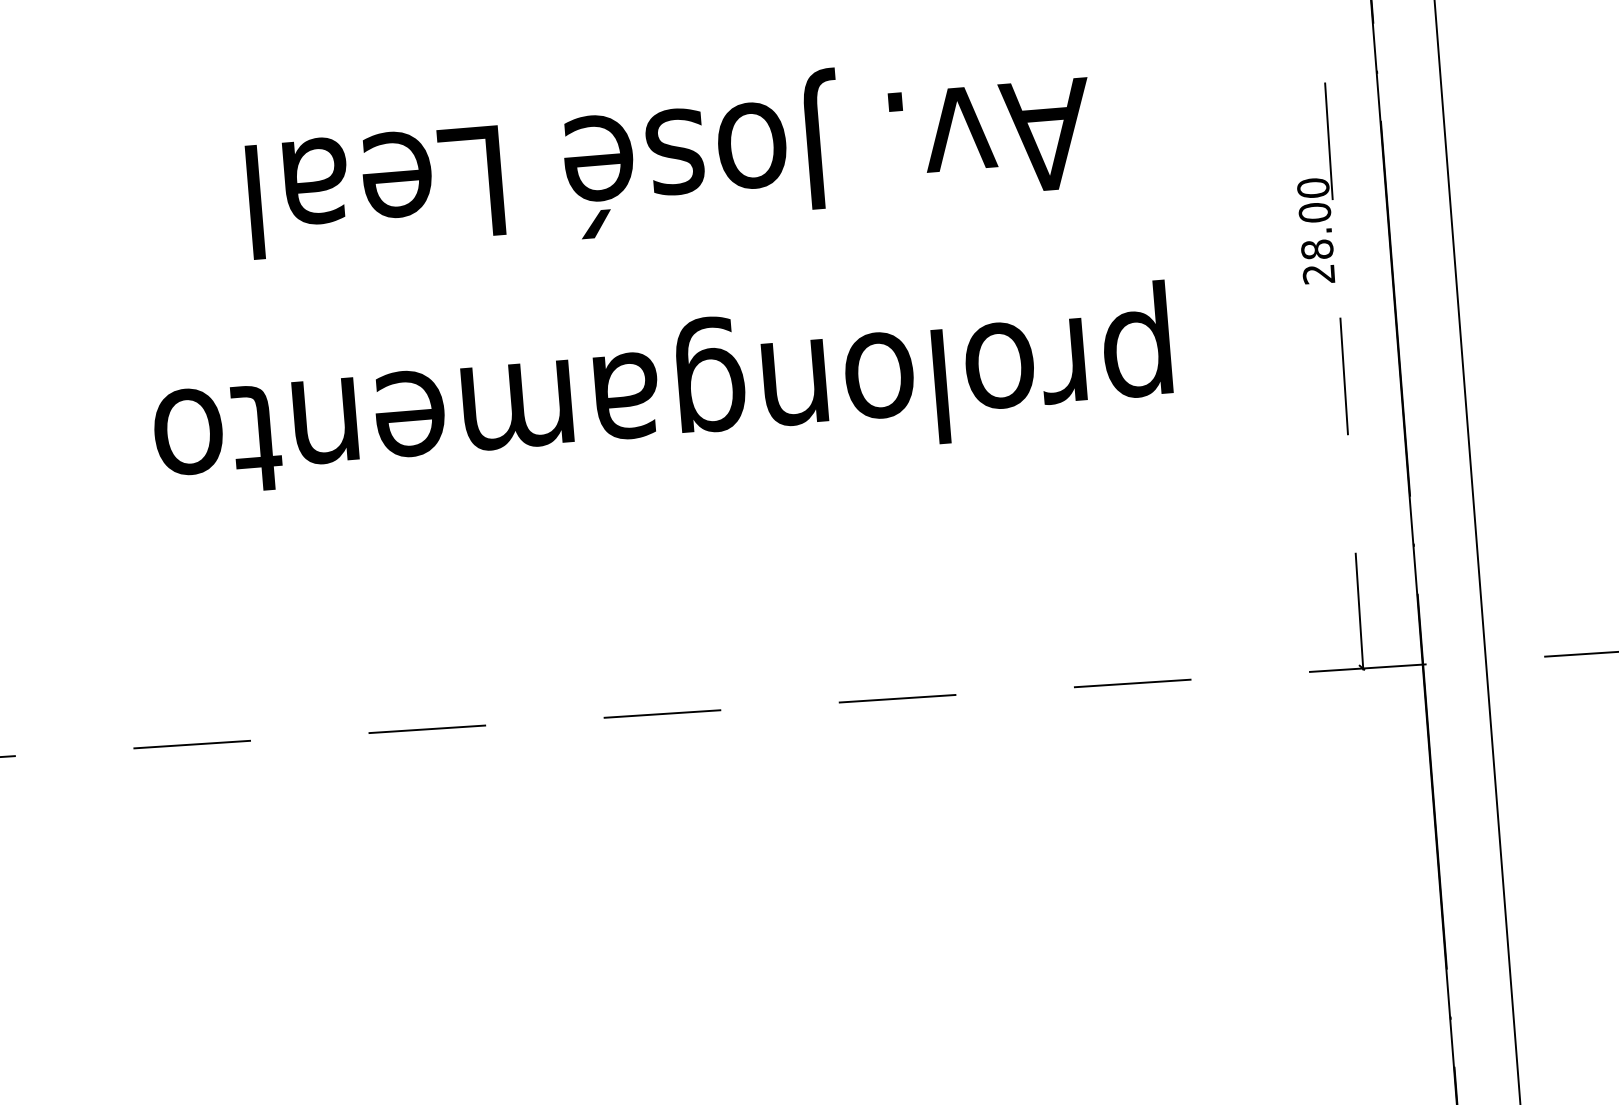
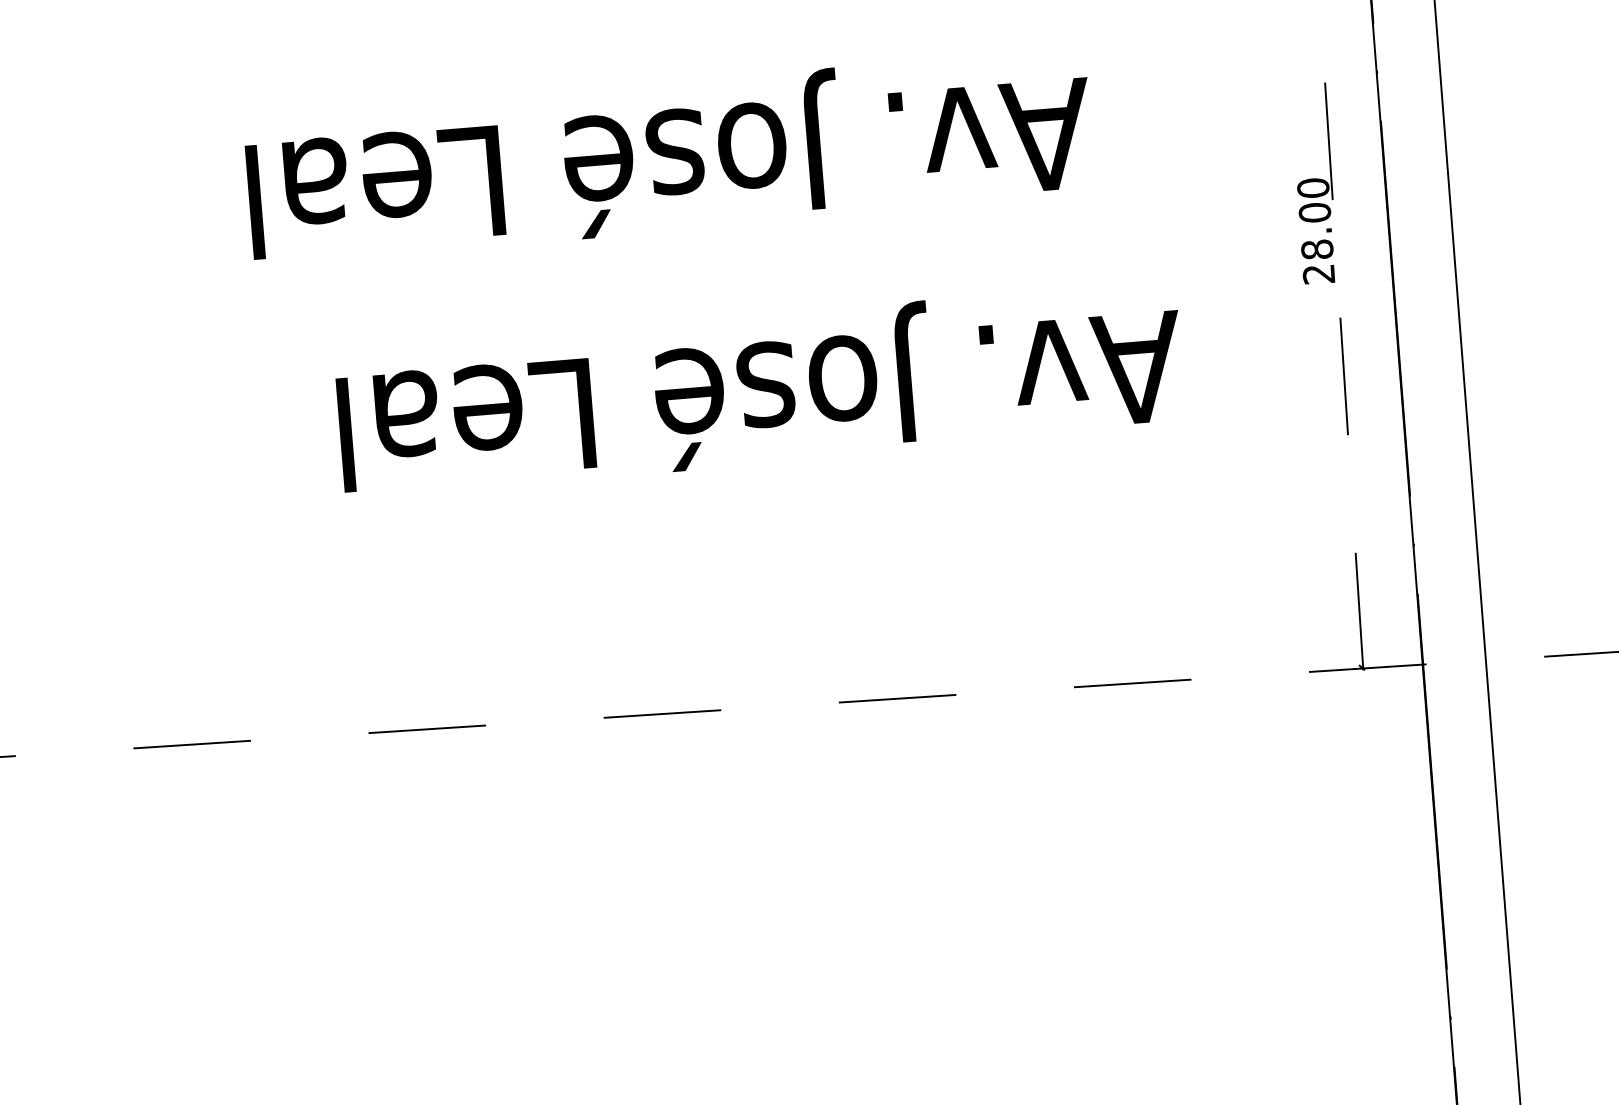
text at (666, 385): prolongamento -> Av. José Leal
